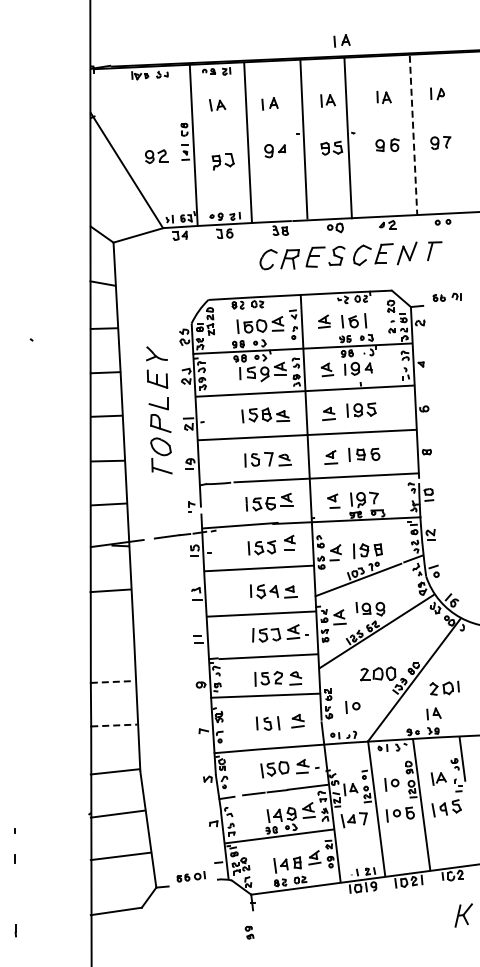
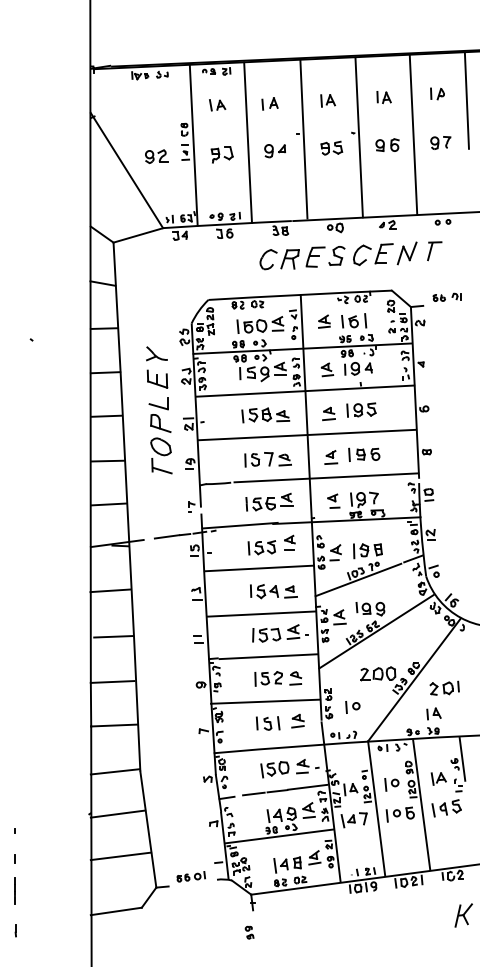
part at (341, 40): present -> none
line at (466, 100): none -> present
line at (413, 135): dashed -> solid
line at (347, 138) position: (347, 138) -> (358, 137)
part at (222, 161) position: (222, 161) -> (221, 154)
line at (113, 636): none -> present
line at (112, 681): dashed -> solid
line at (265, 695) position: (265, 695) -> (265, 701)
line at (114, 725): dashed -> solid
line at (14, 890): none -> present
